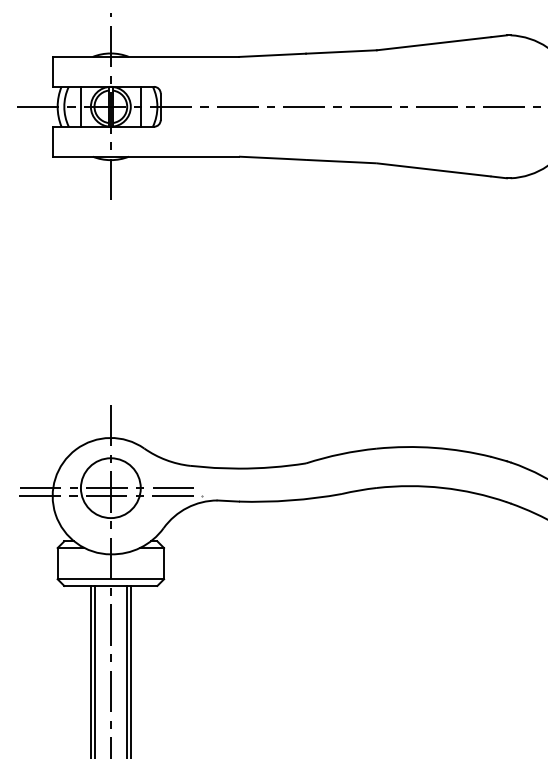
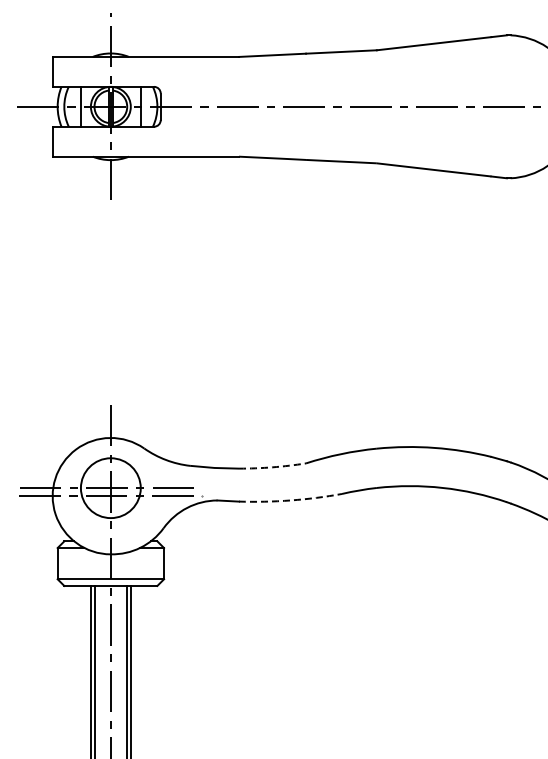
arc at (272, 467): solid -> dashed
arc at (290, 500): solid -> dashed
